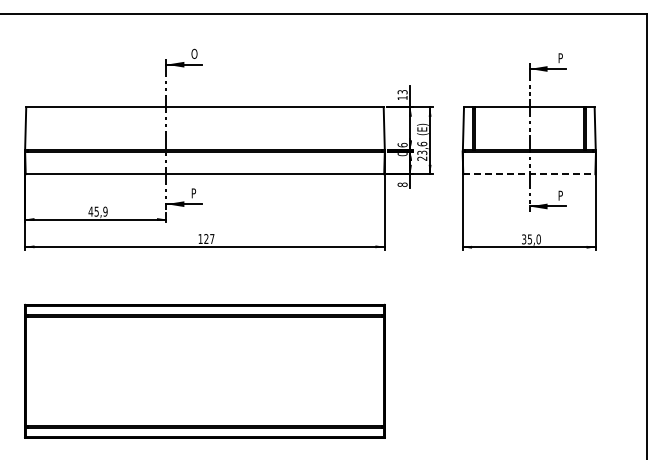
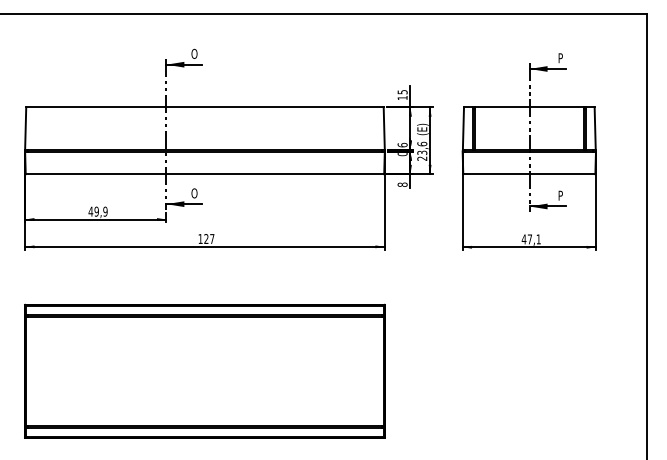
text at (401, 92): 13 -> 15
line at (529, 174): dashed -> solid
text at (194, 193): P -> O
text at (96, 211): 45,9 -> 49,9
text at (530, 239): 35,0 -> 47,1
